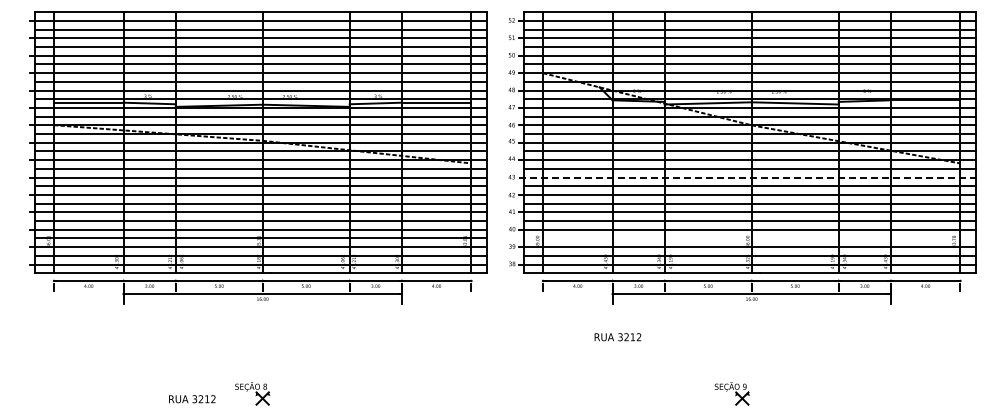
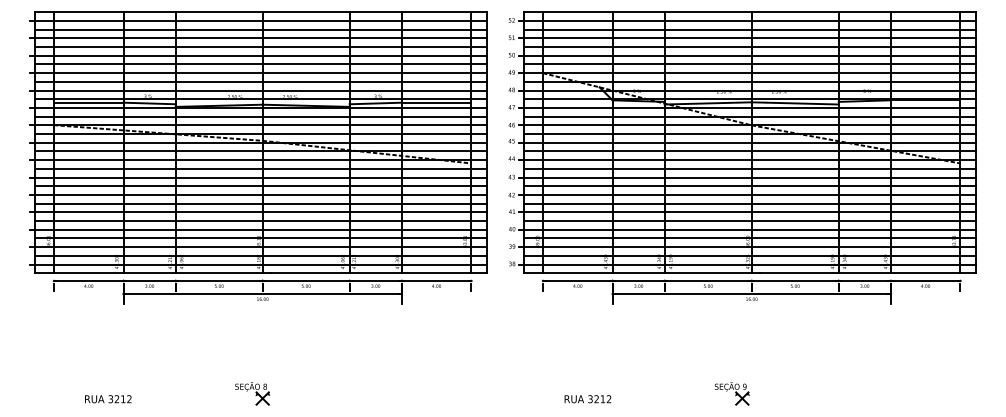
line at (748, 177): dashed -> solid
line at (749, 238): none -> present
text at (617, 337) position: (617, 337) -> (587, 399)
text at (192, 399) position: (192, 399) -> (108, 399)
